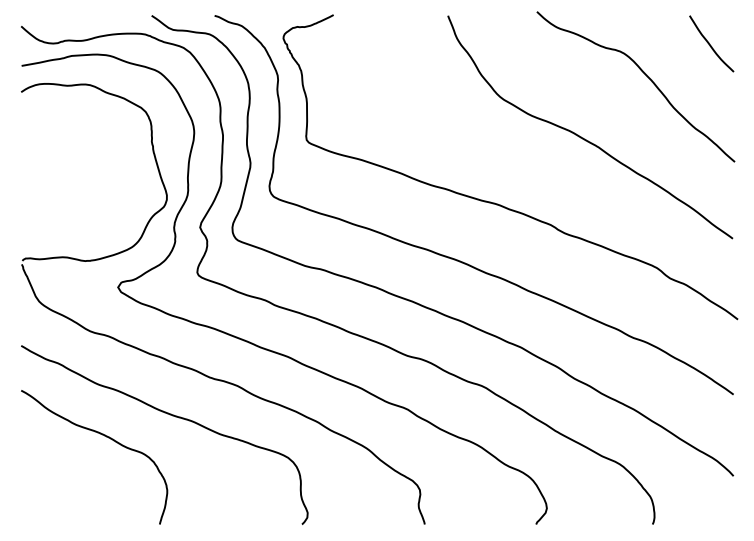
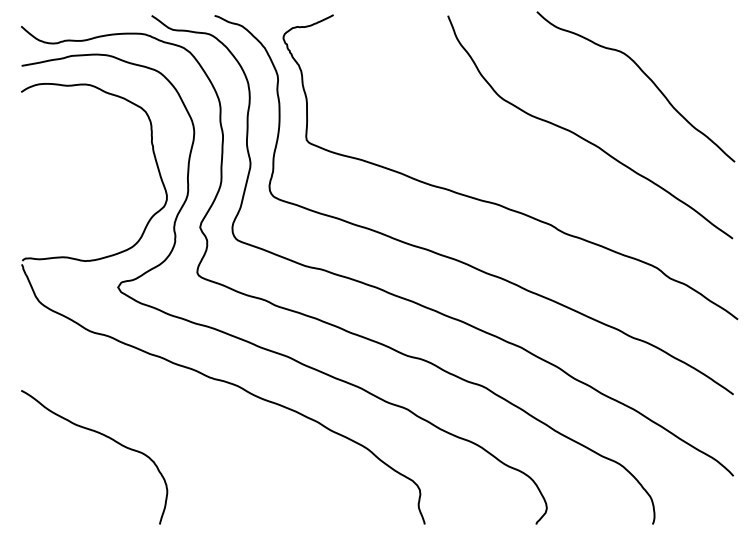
curve at (710, 44): present -> none
curve at (172, 416): present -> none
